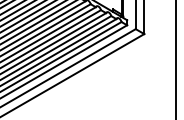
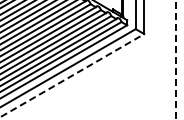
line at (175, 60): solid -> dashed
line at (72, 75): solid -> dashed
